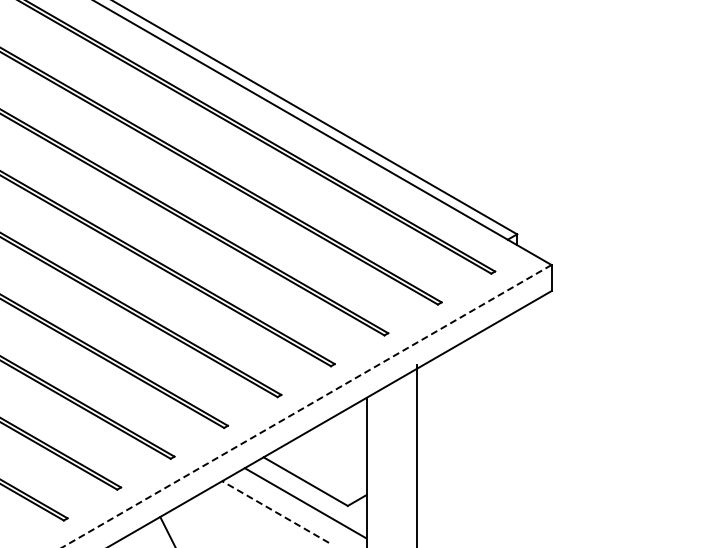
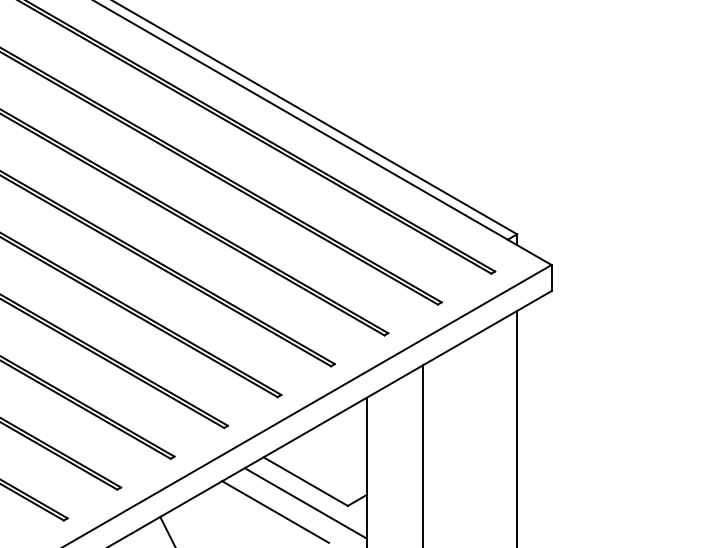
line at (306, 406): dashed -> solid
line at (517, 427): none -> present
line at (417, 454) position: (417, 454) -> (423, 454)
line at (275, 512): dashed -> solid
